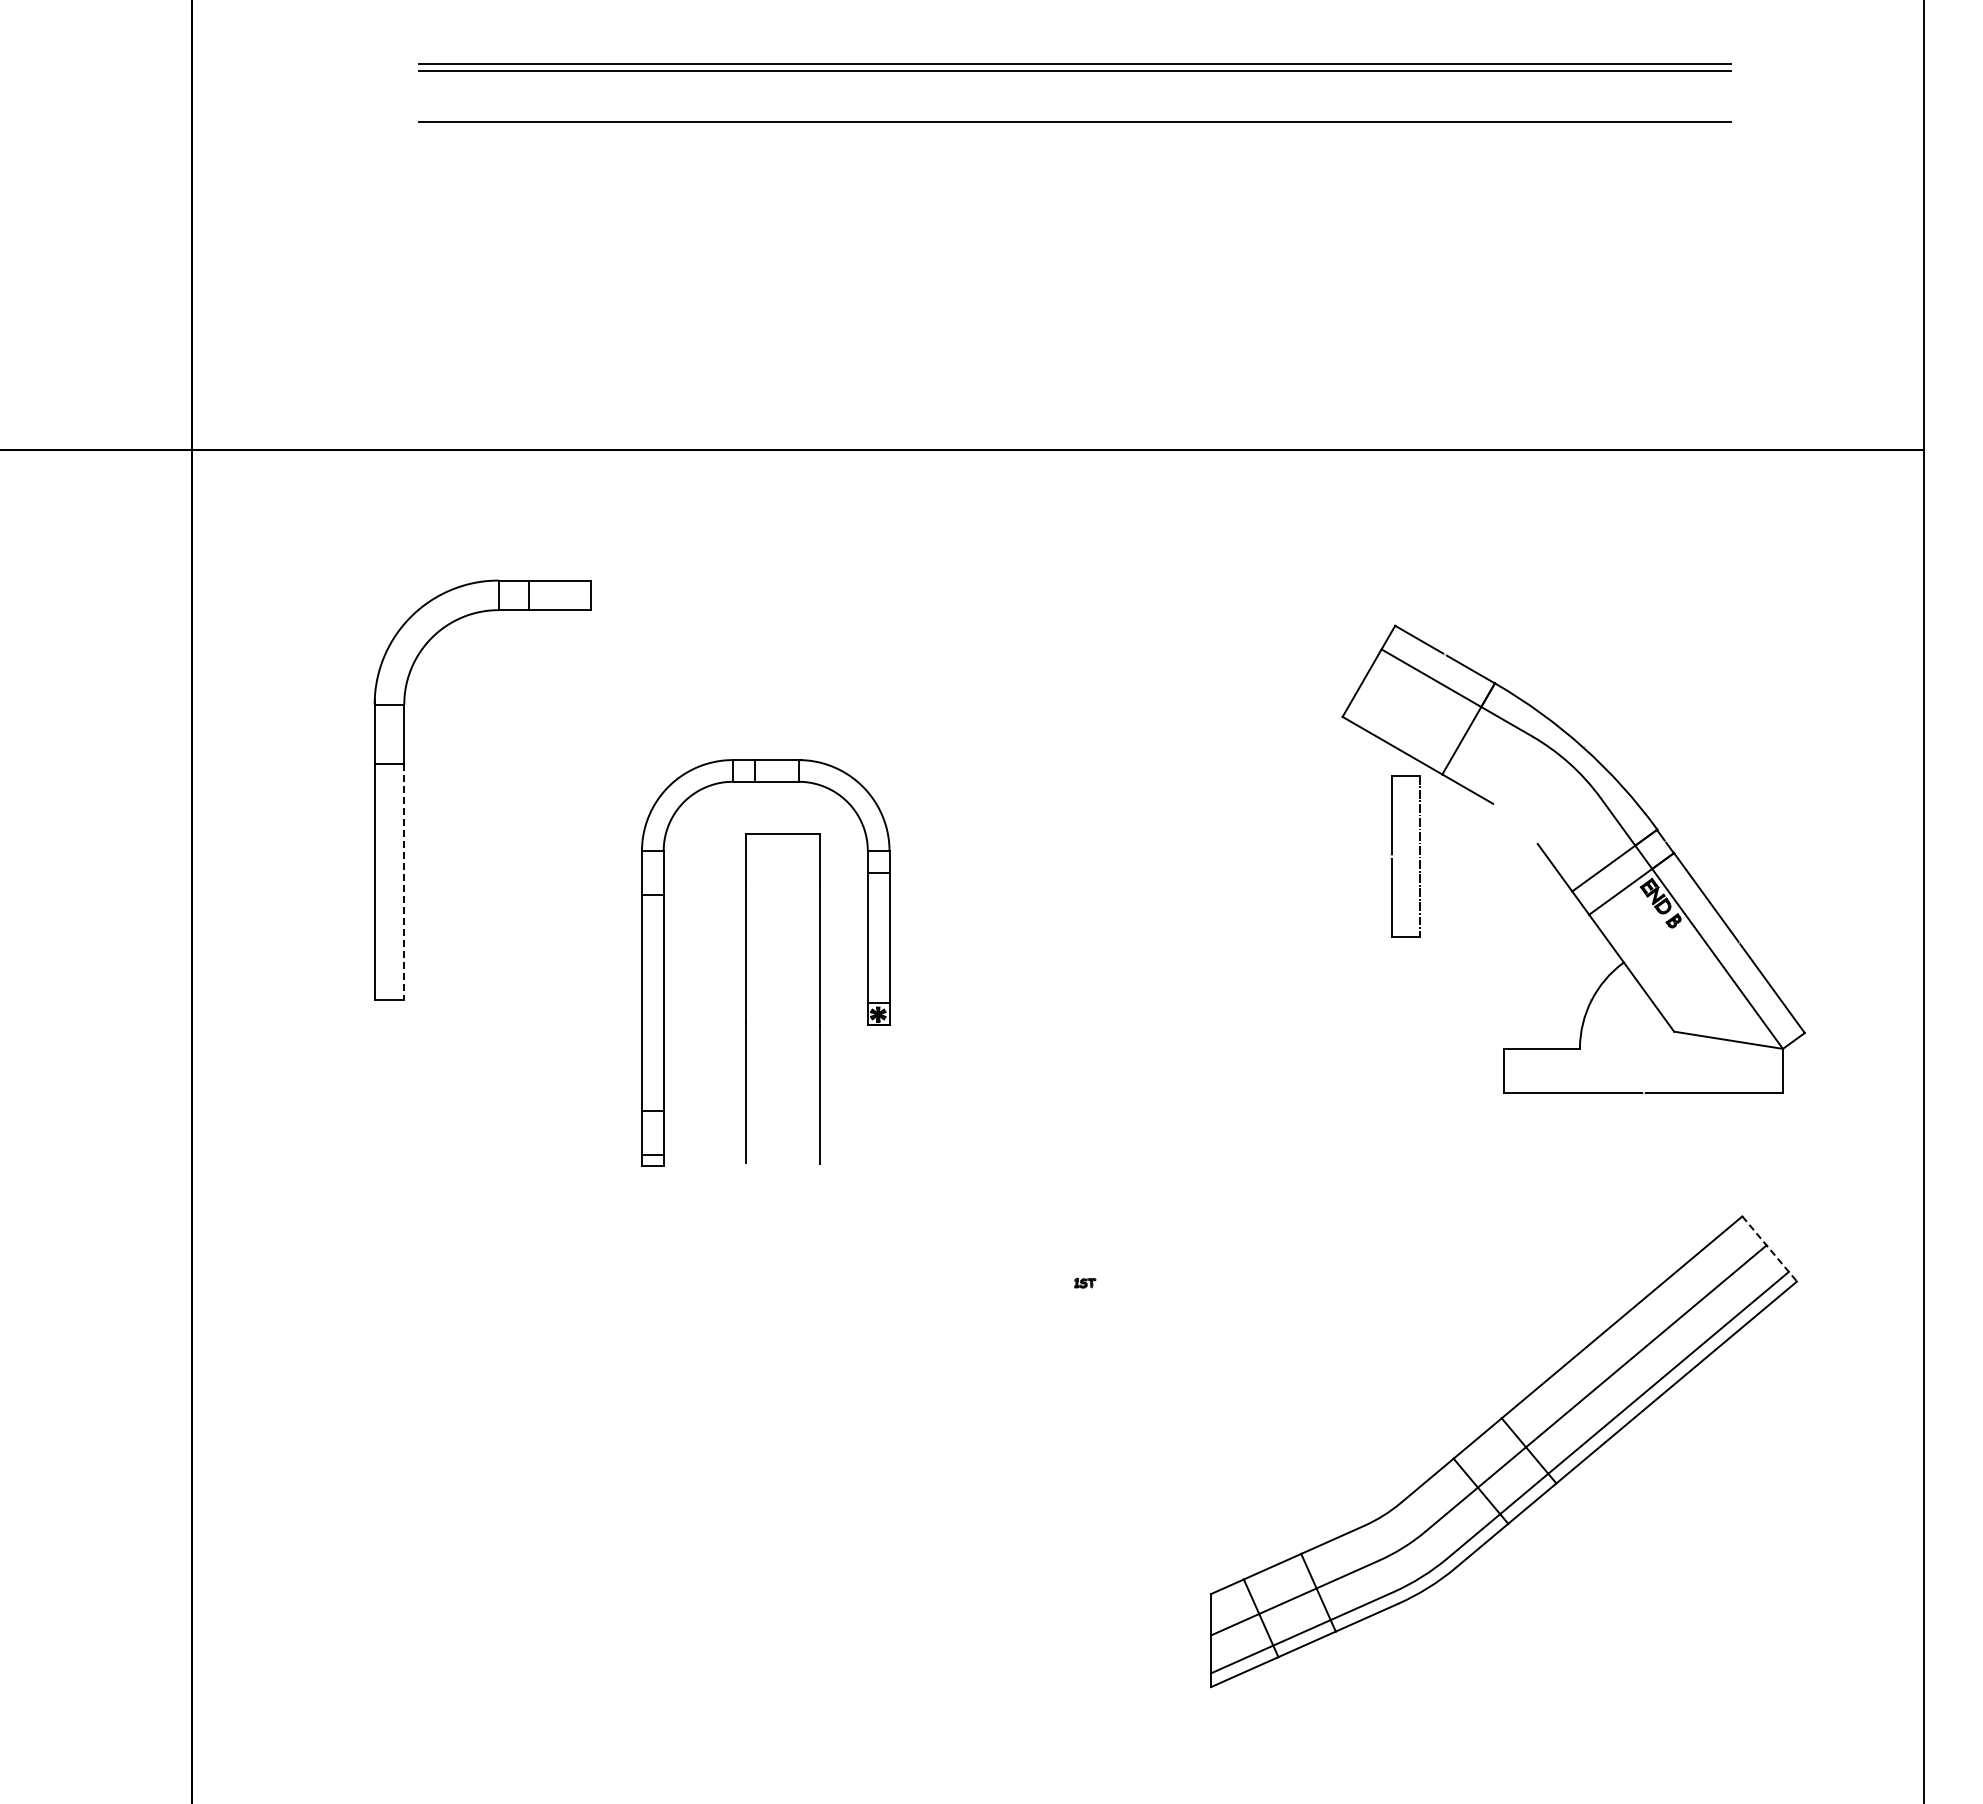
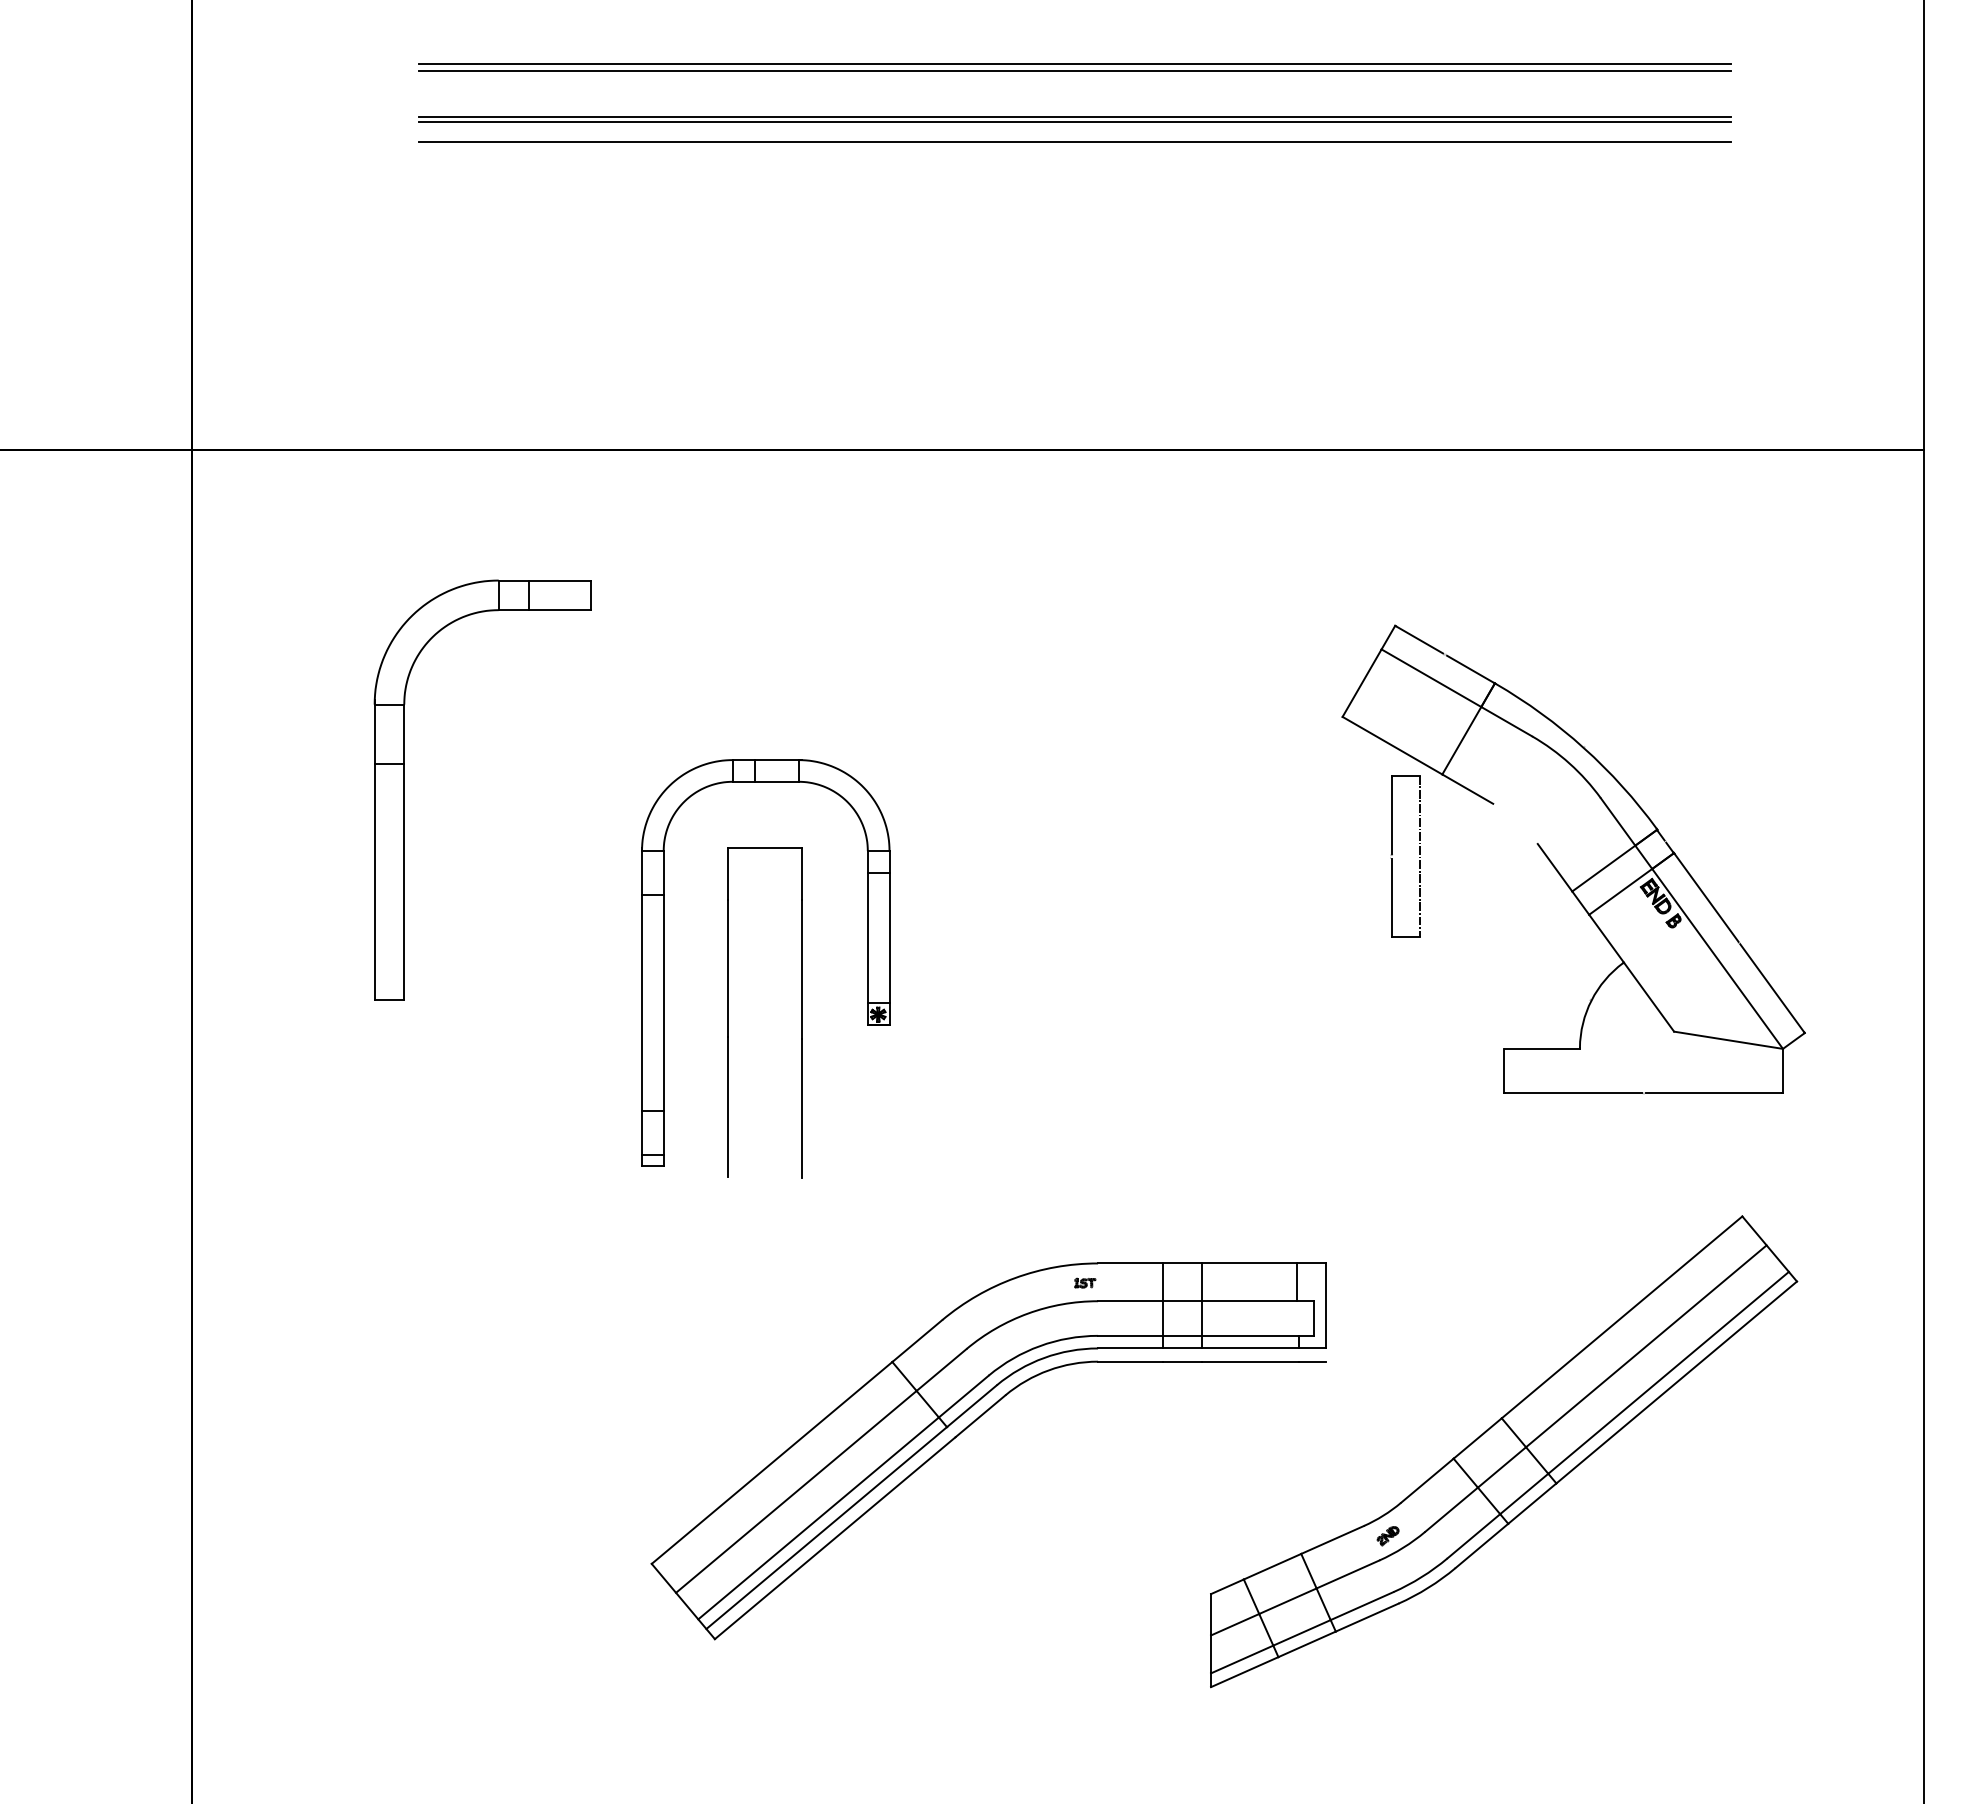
line at (1074, 117): none -> present
line at (1074, 141): none -> present
line at (404, 882): dashed -> solid
part at (746, 998) position: (746, 998) -> (728, 1012)
line at (1769, 1249): dashed -> solid
part at (971, 1425): none -> present
part at (1387, 1536): none -> present
